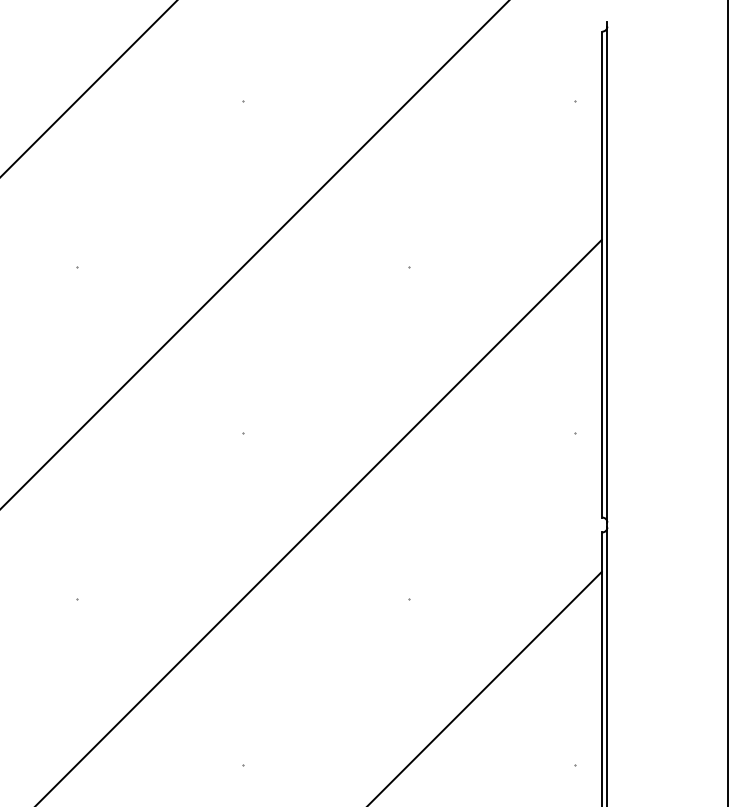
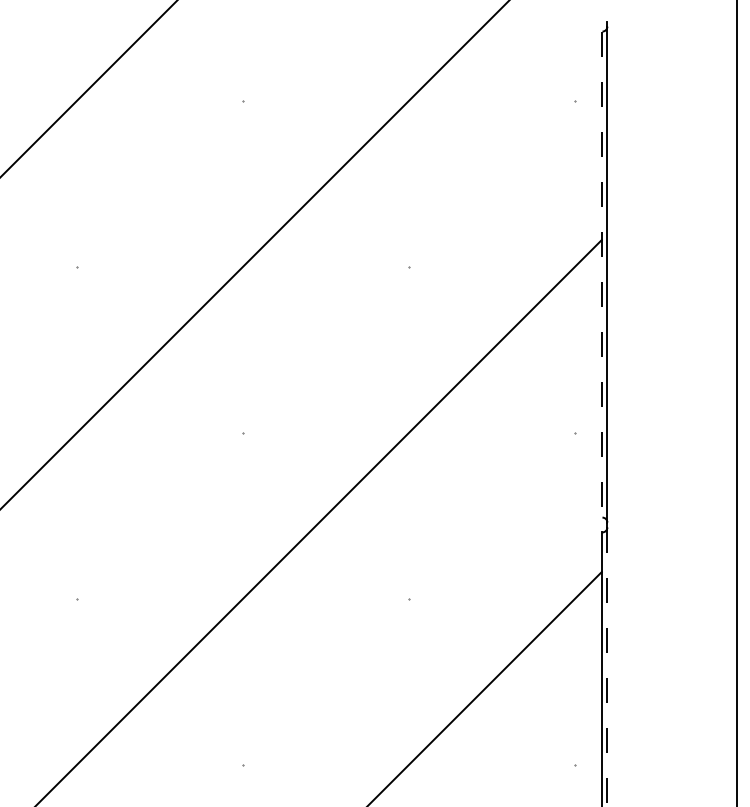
line at (602, 275): solid -> dashed
line at (727, 402) position: (727, 402) -> (736, 402)
line at (607, 667): solid -> dashed
